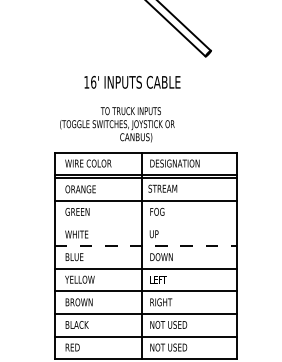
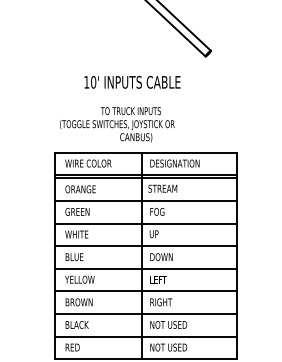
text at (93, 82): 16' -> 10'
line at (145, 223): none -> present
line at (146, 246): dashed -> solid
